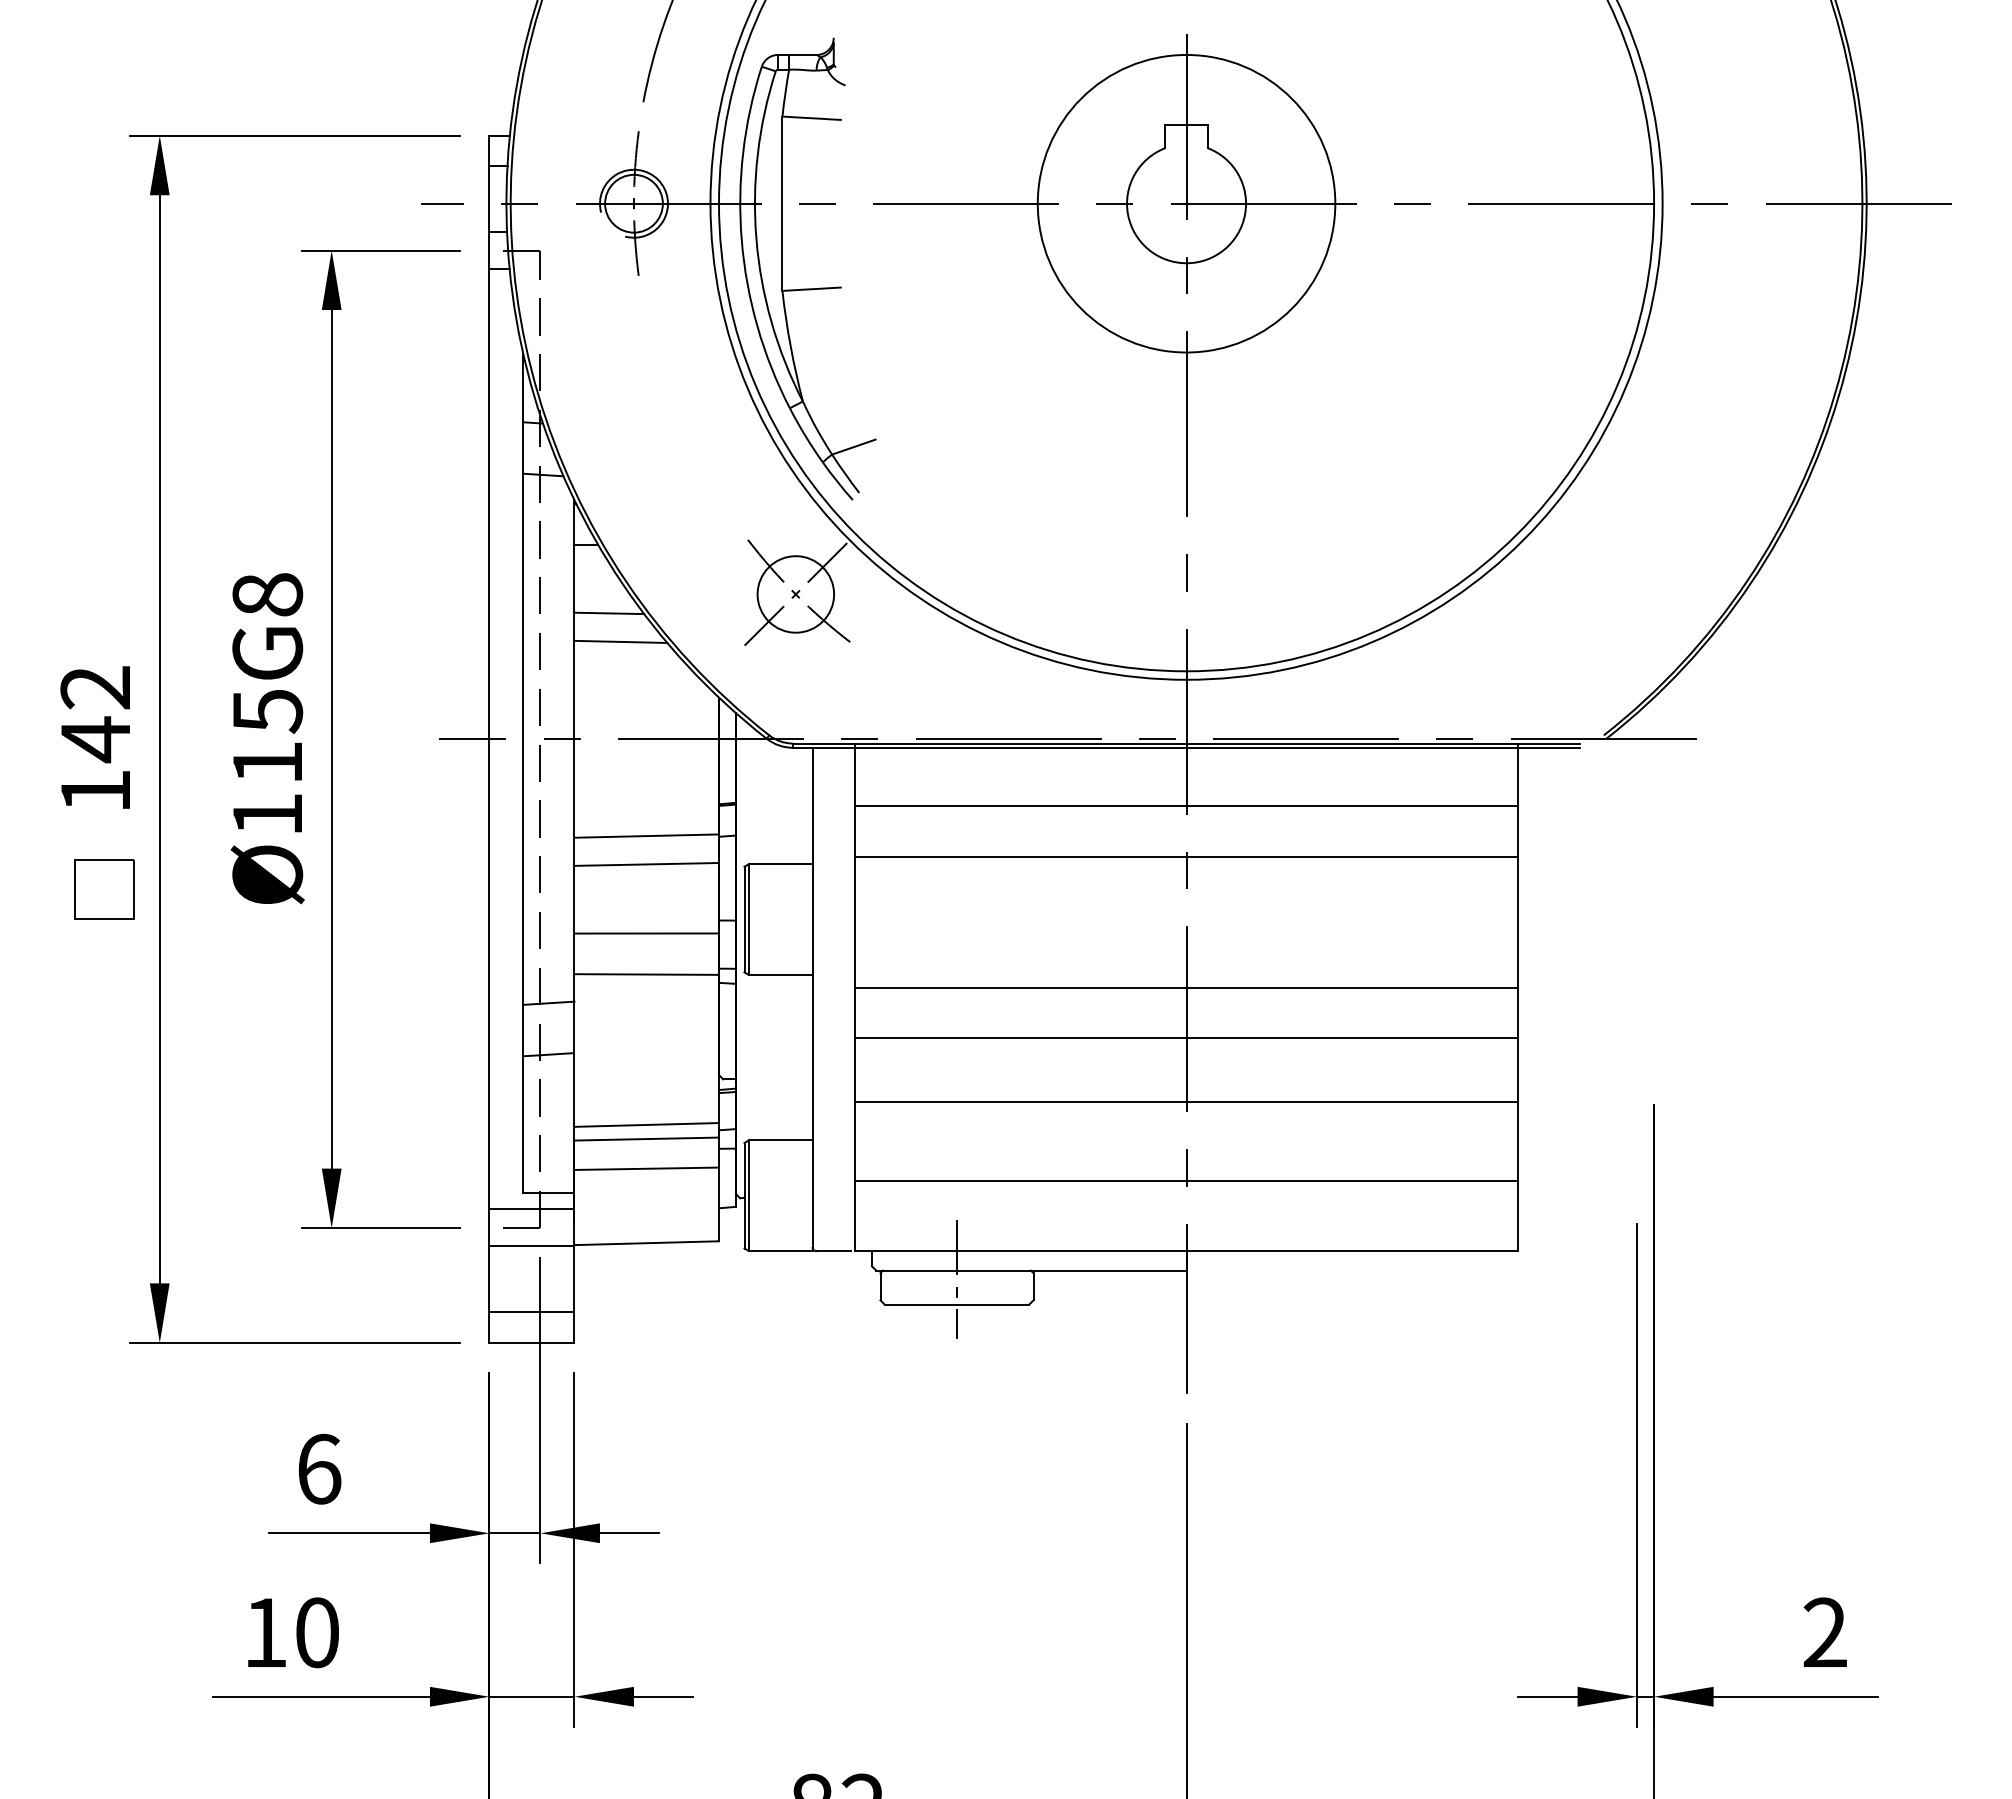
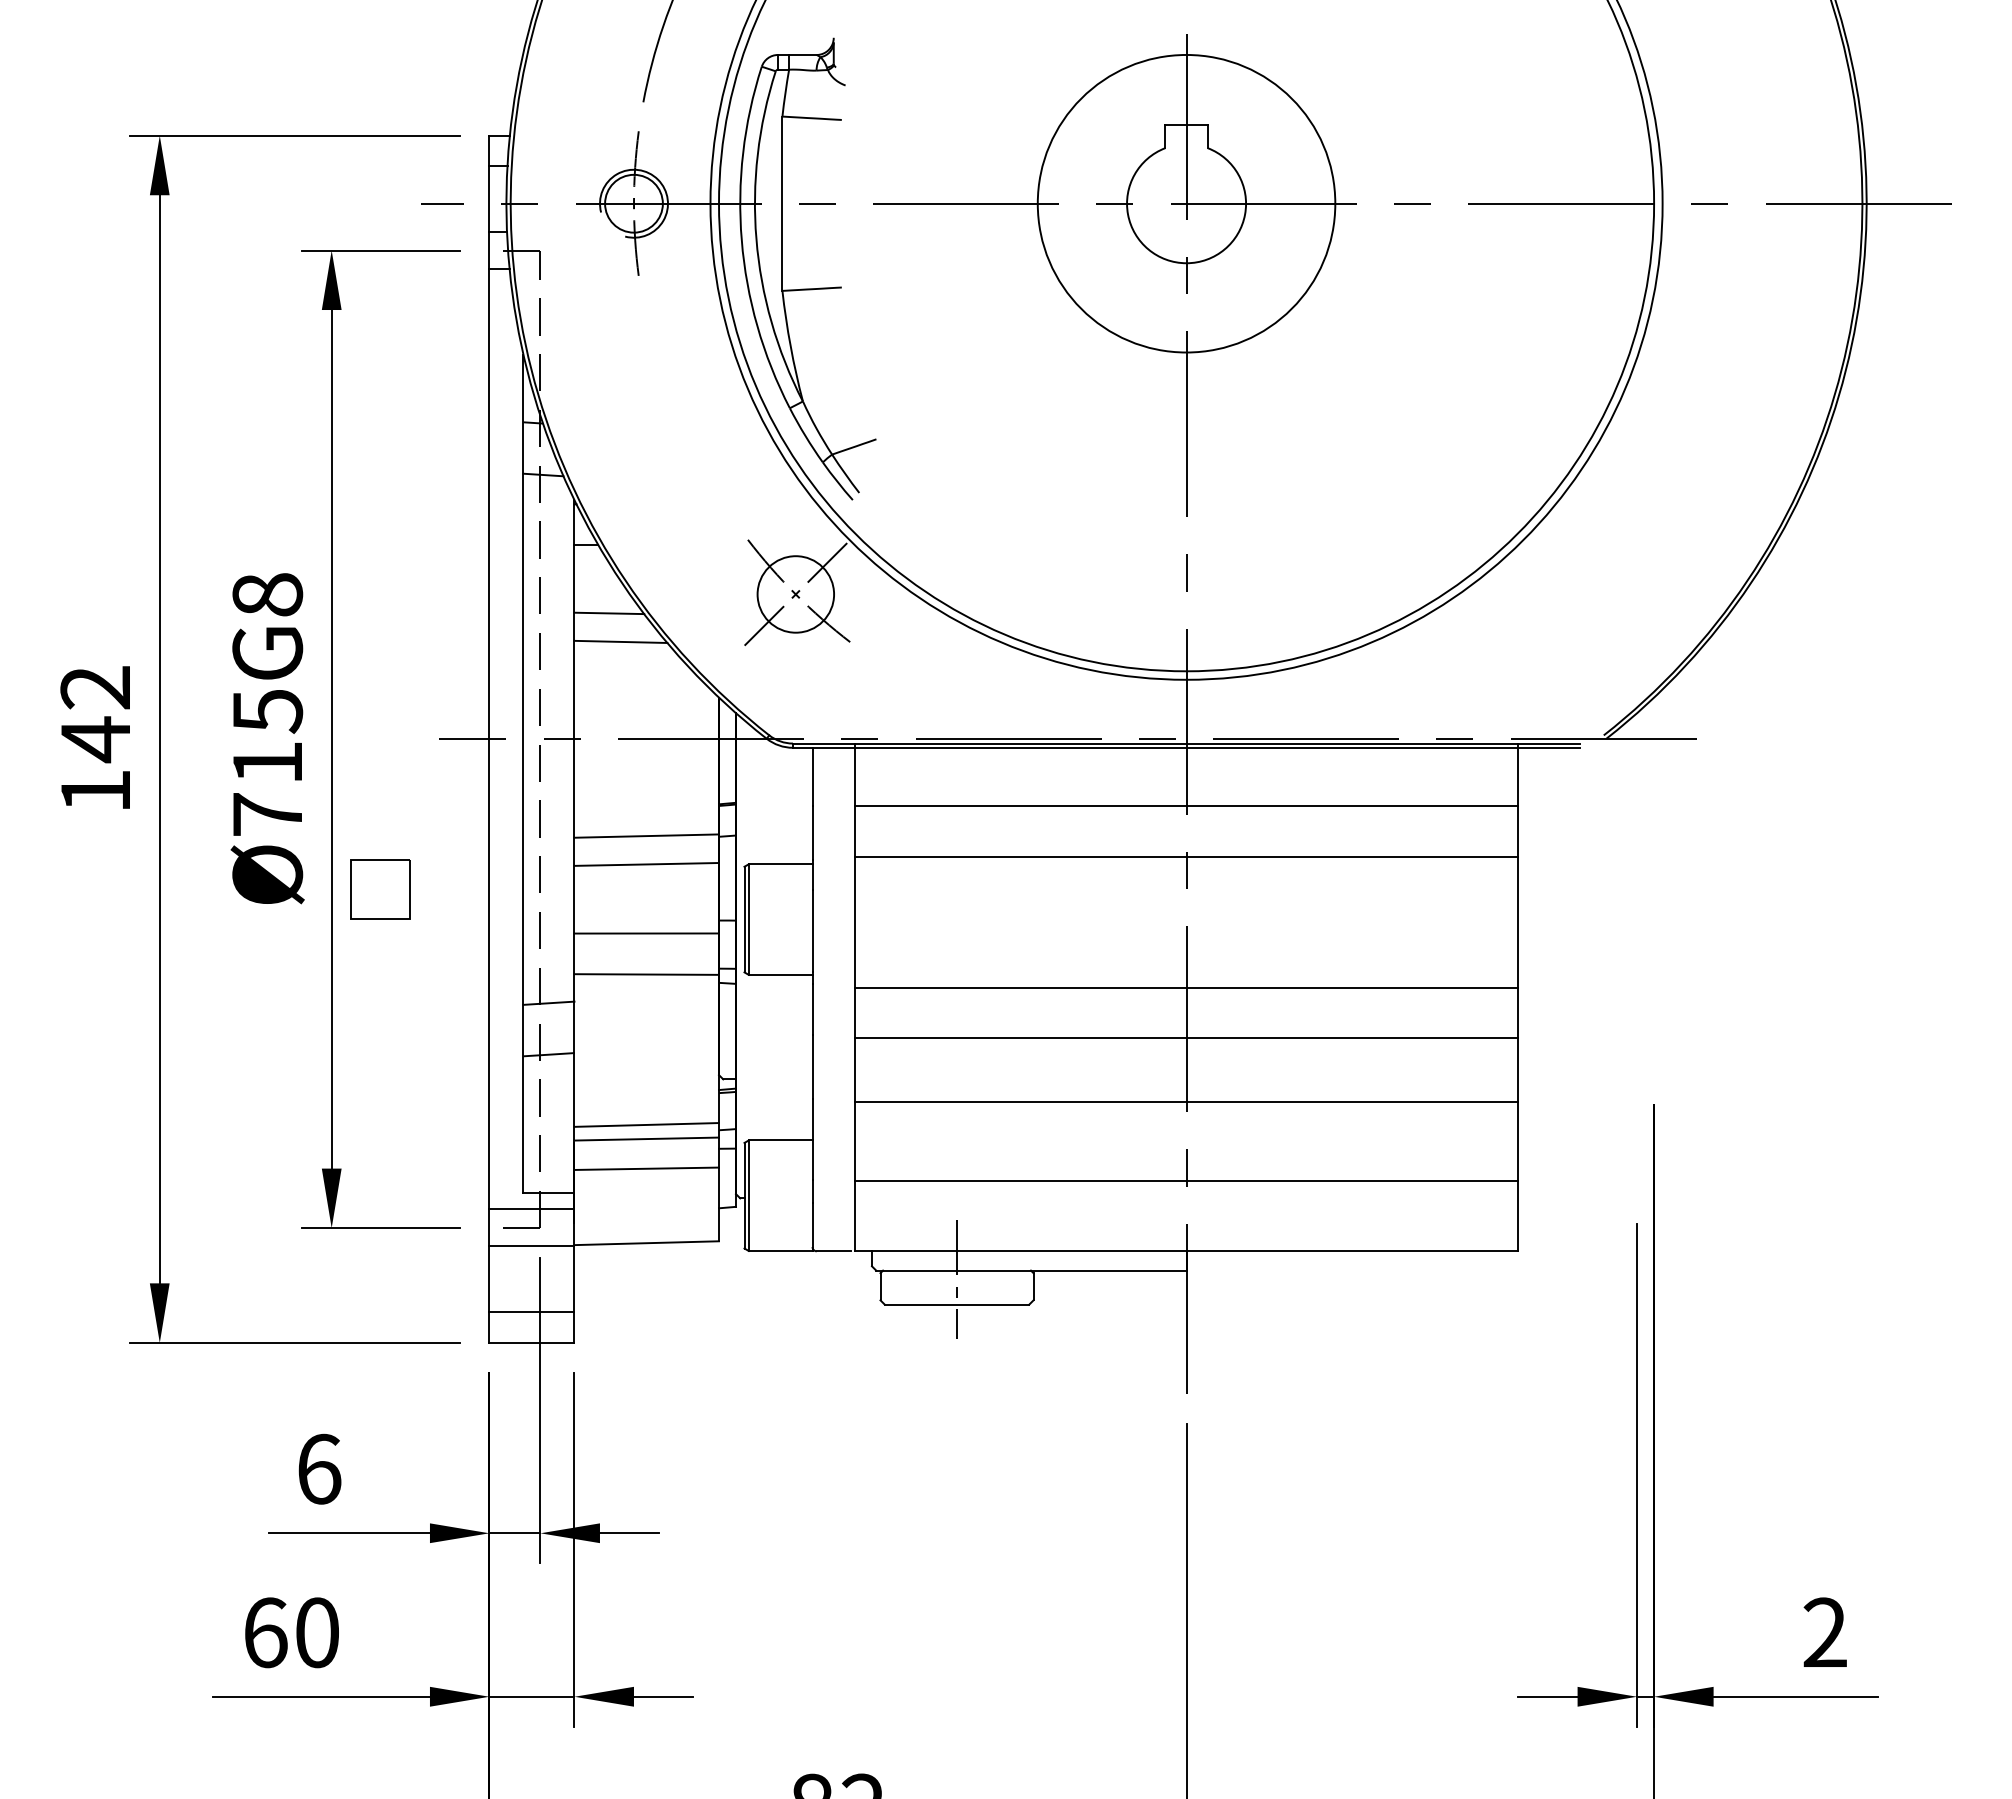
text at (267, 814): Ø115G8 -> Ø715G8
part at (104, 889) position: (104, 889) -> (380, 889)
text at (266, 1632): 10 -> 60
